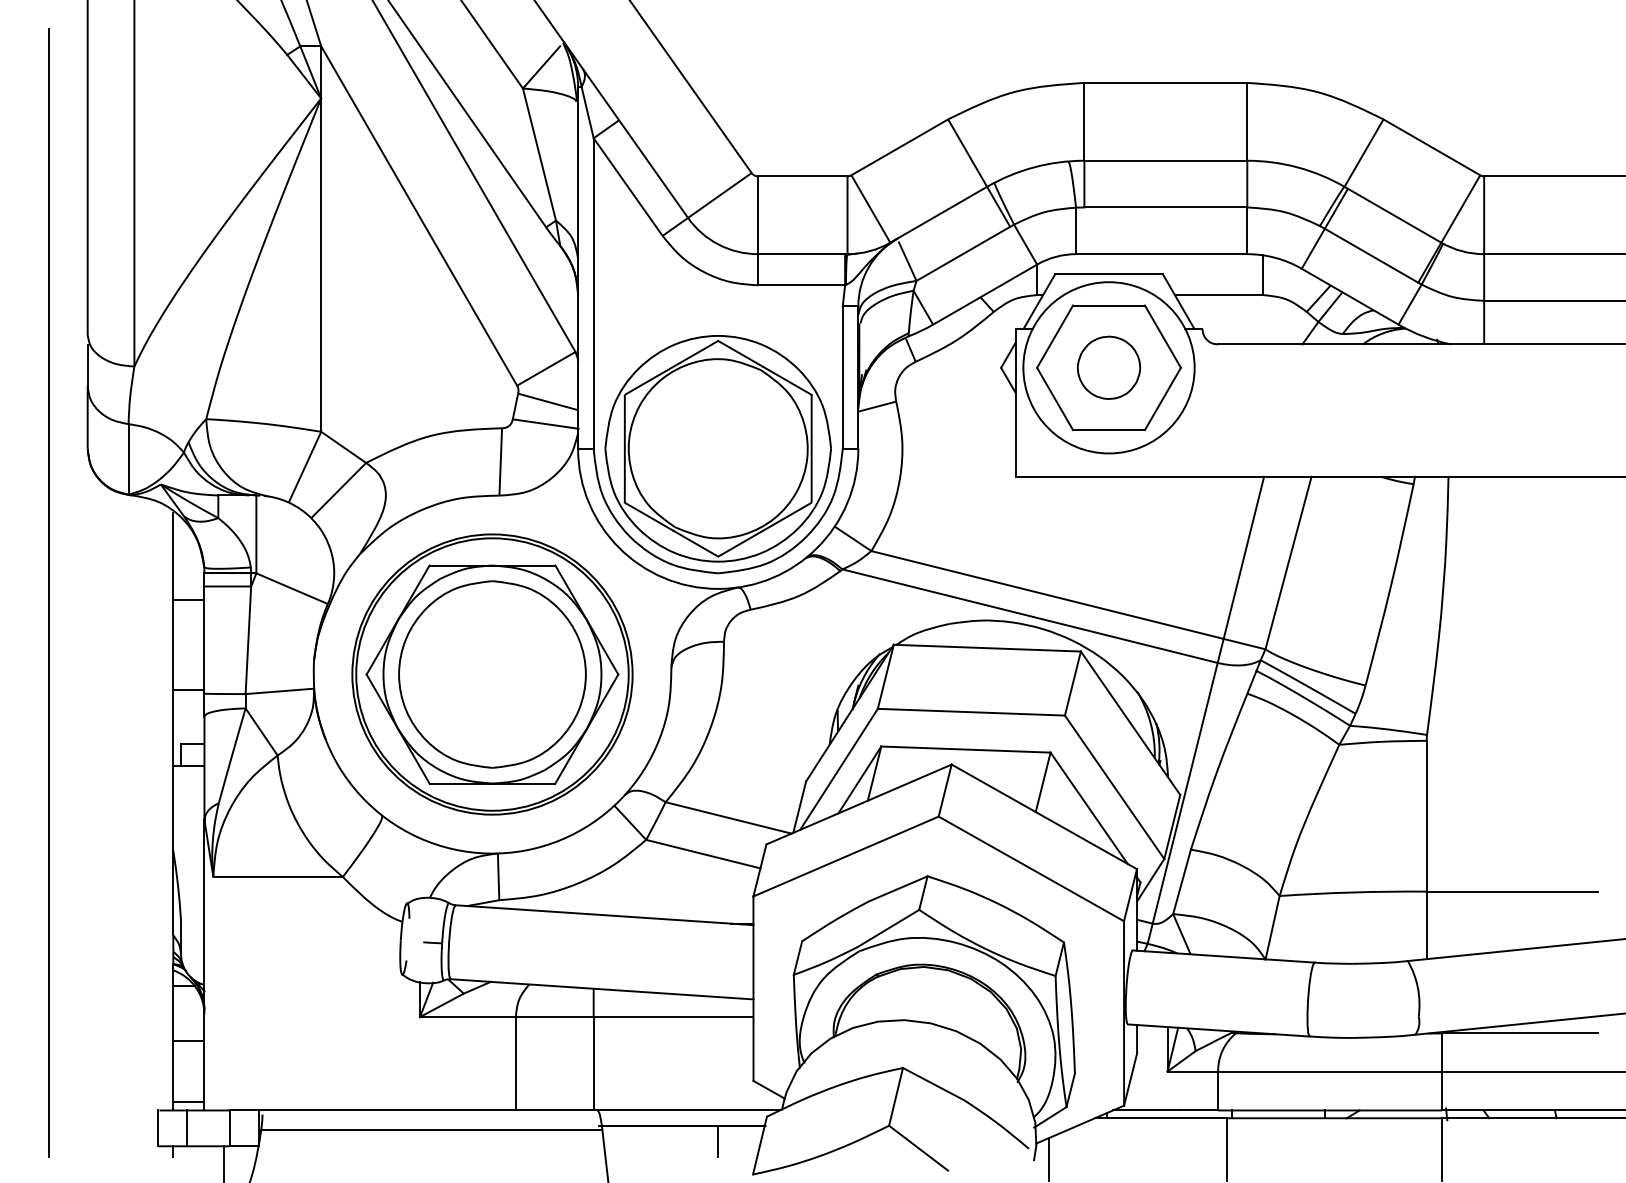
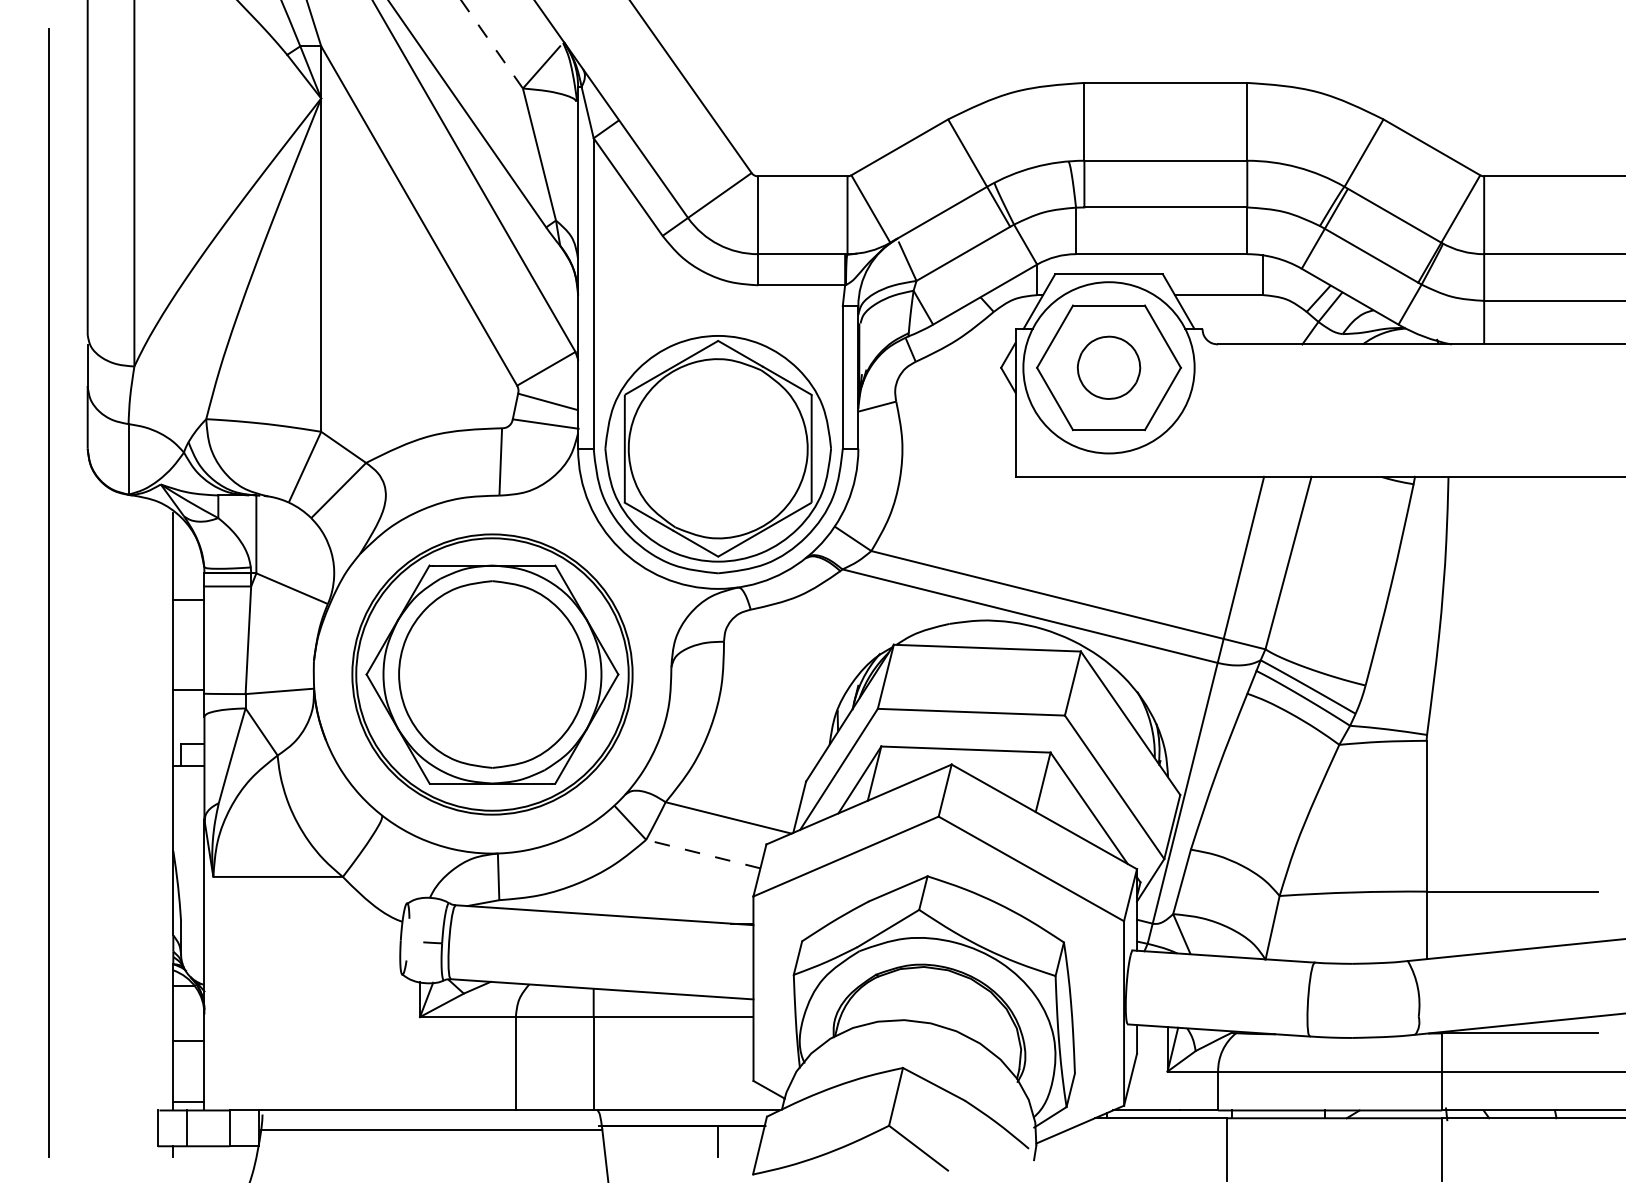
line at (491, 44): solid -> dashed
line at (703, 854): solid -> dashed
line at (1048, 1158): present -> none
line at (223, 1162): present -> none
